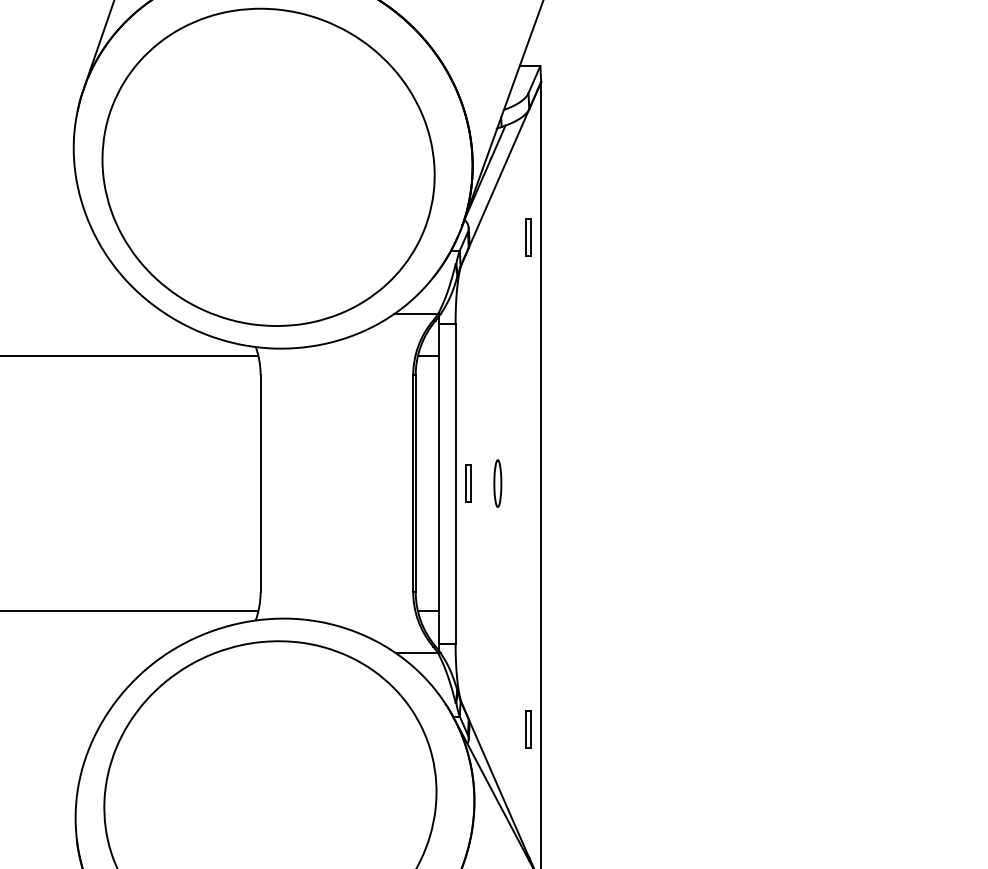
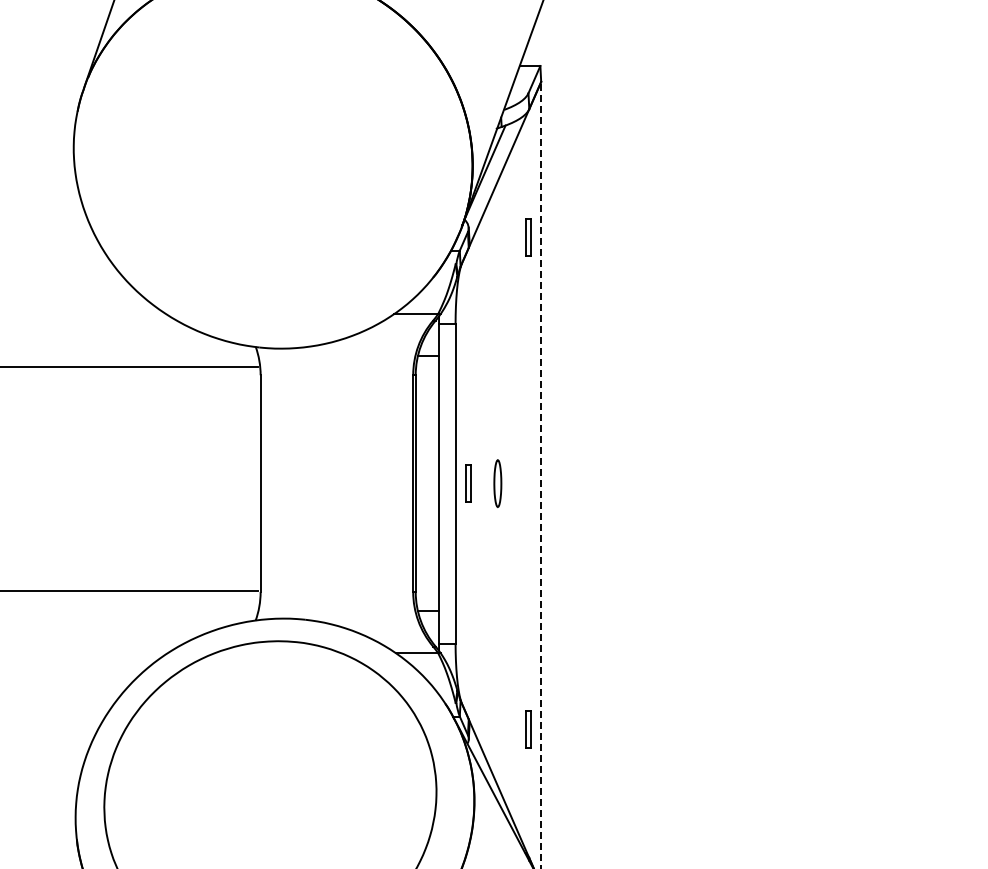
part at (268, 166): present -> none
line at (130, 355) position: (130, 355) -> (130, 366)
line at (541, 474): solid -> dashed
line at (130, 611) position: (130, 611) -> (130, 591)
